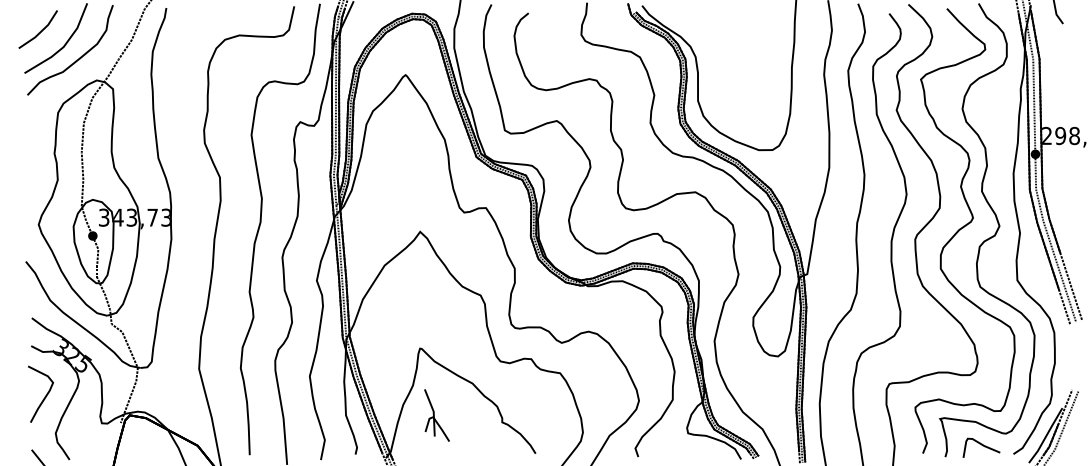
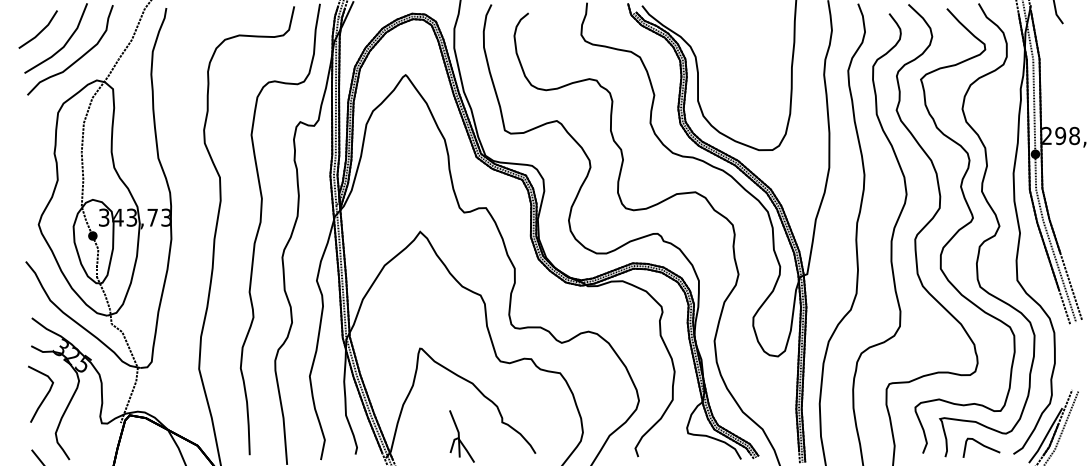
part at (436, 415) position: (436, 415) -> (461, 436)
